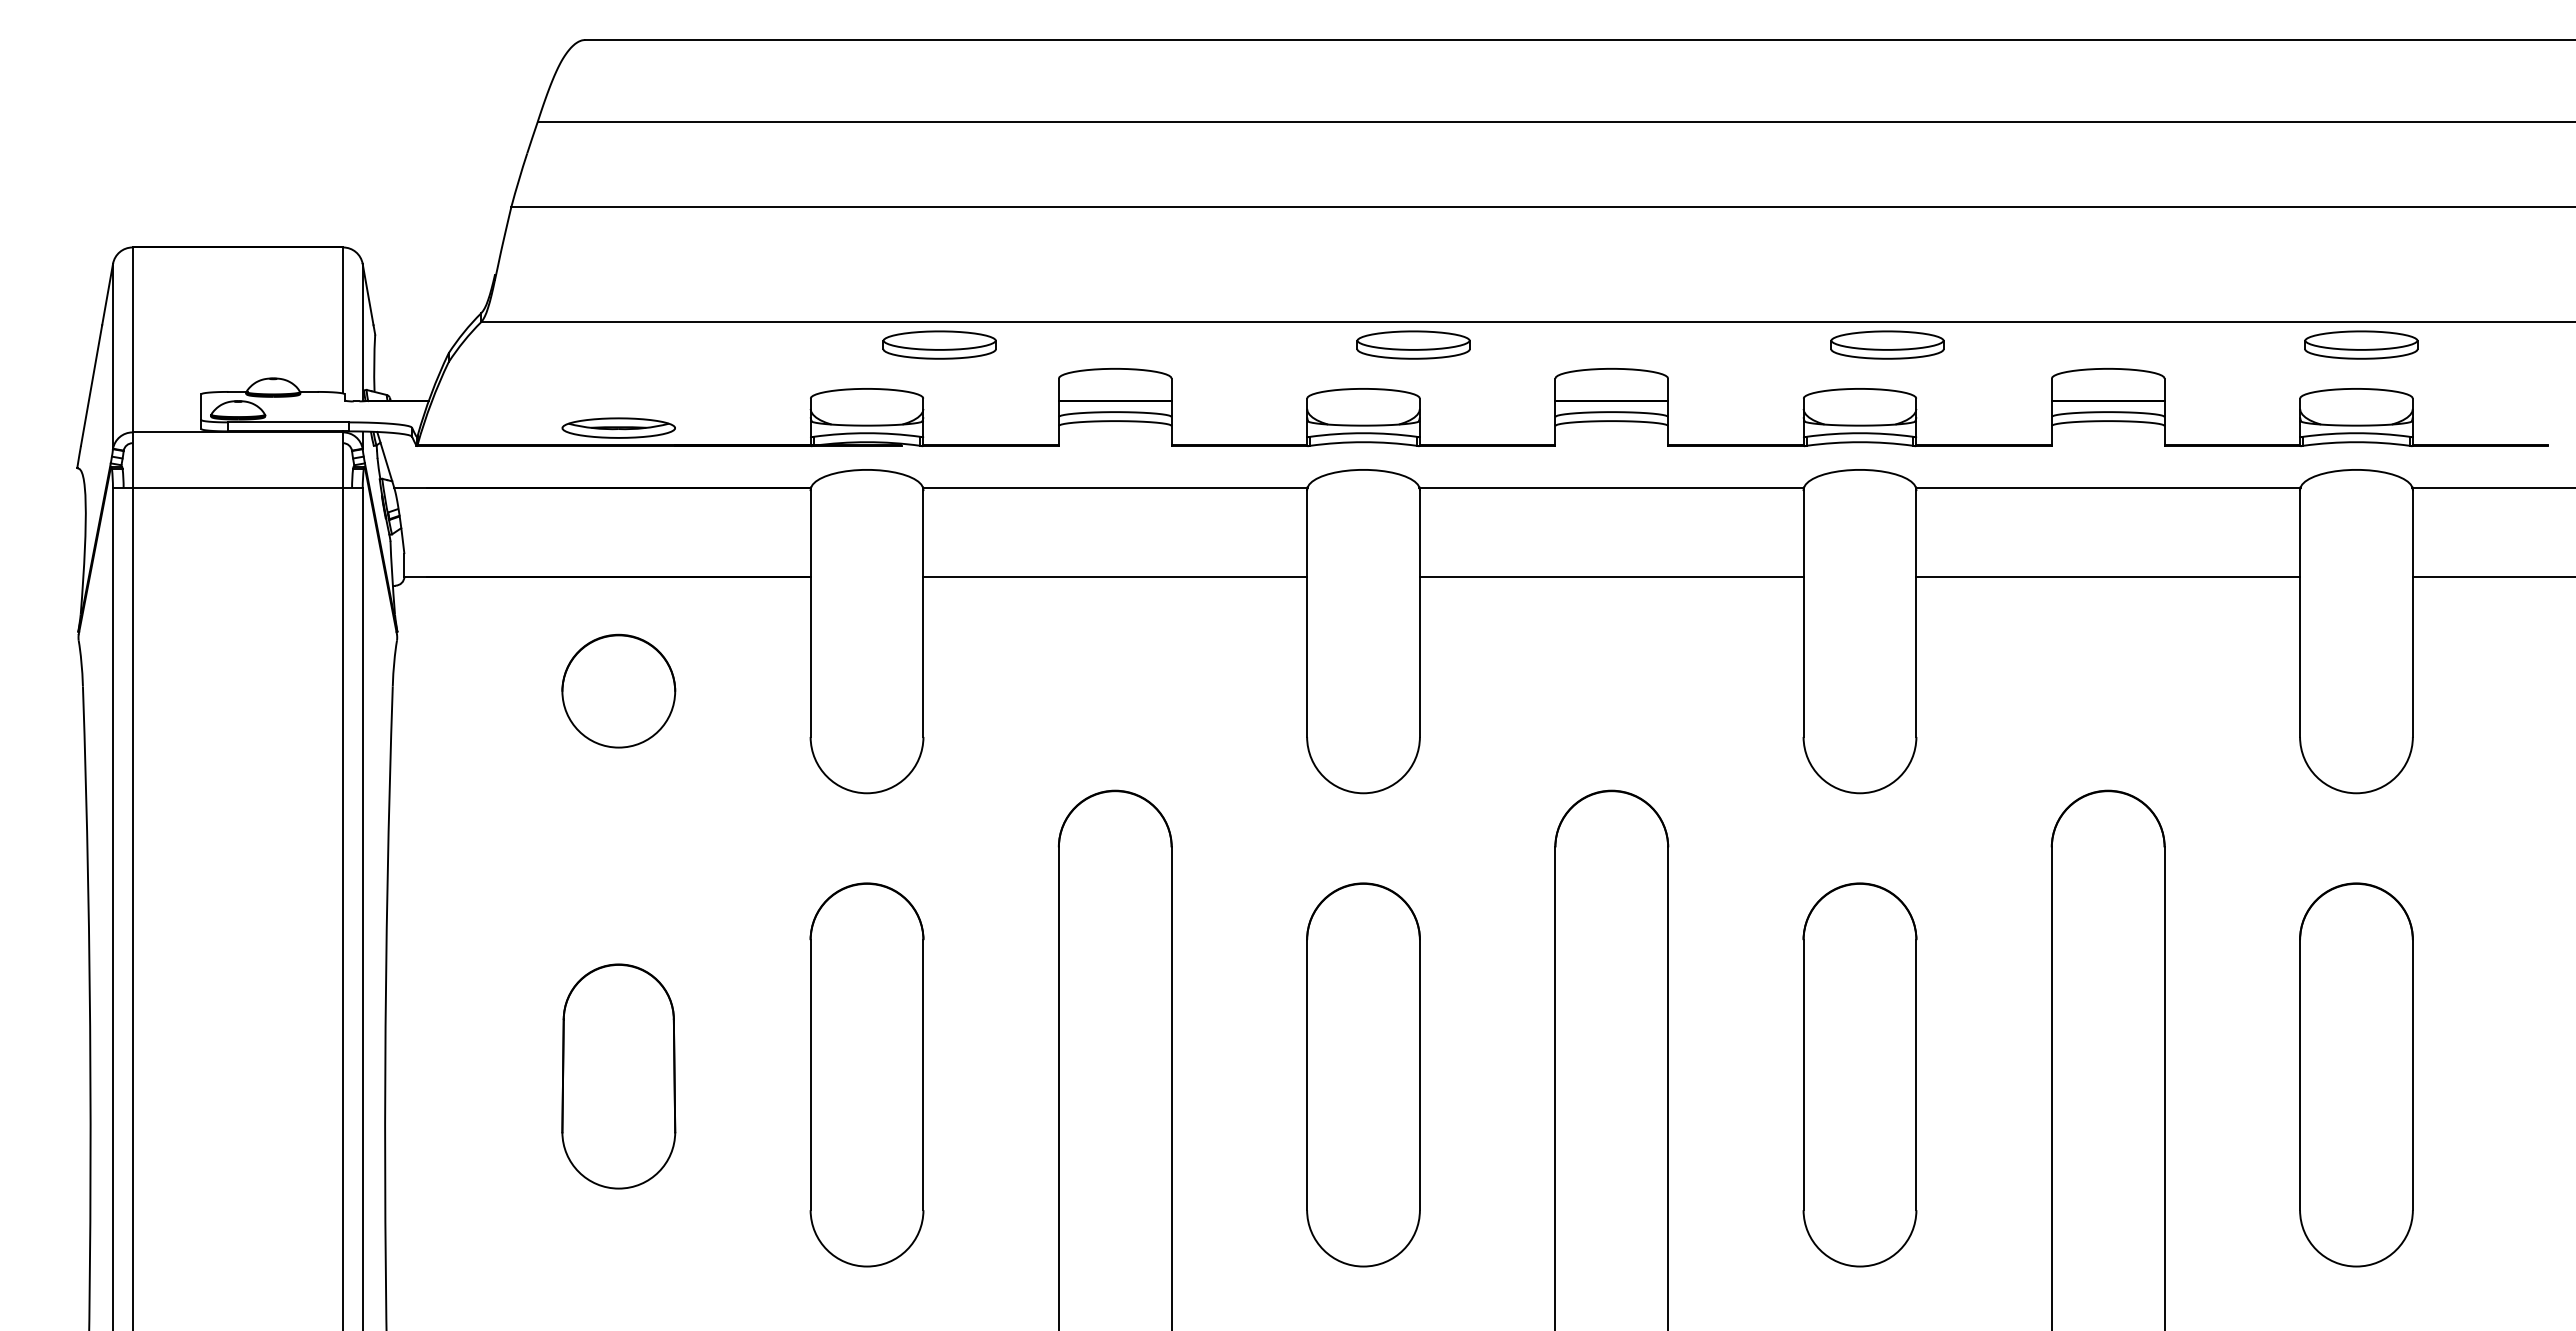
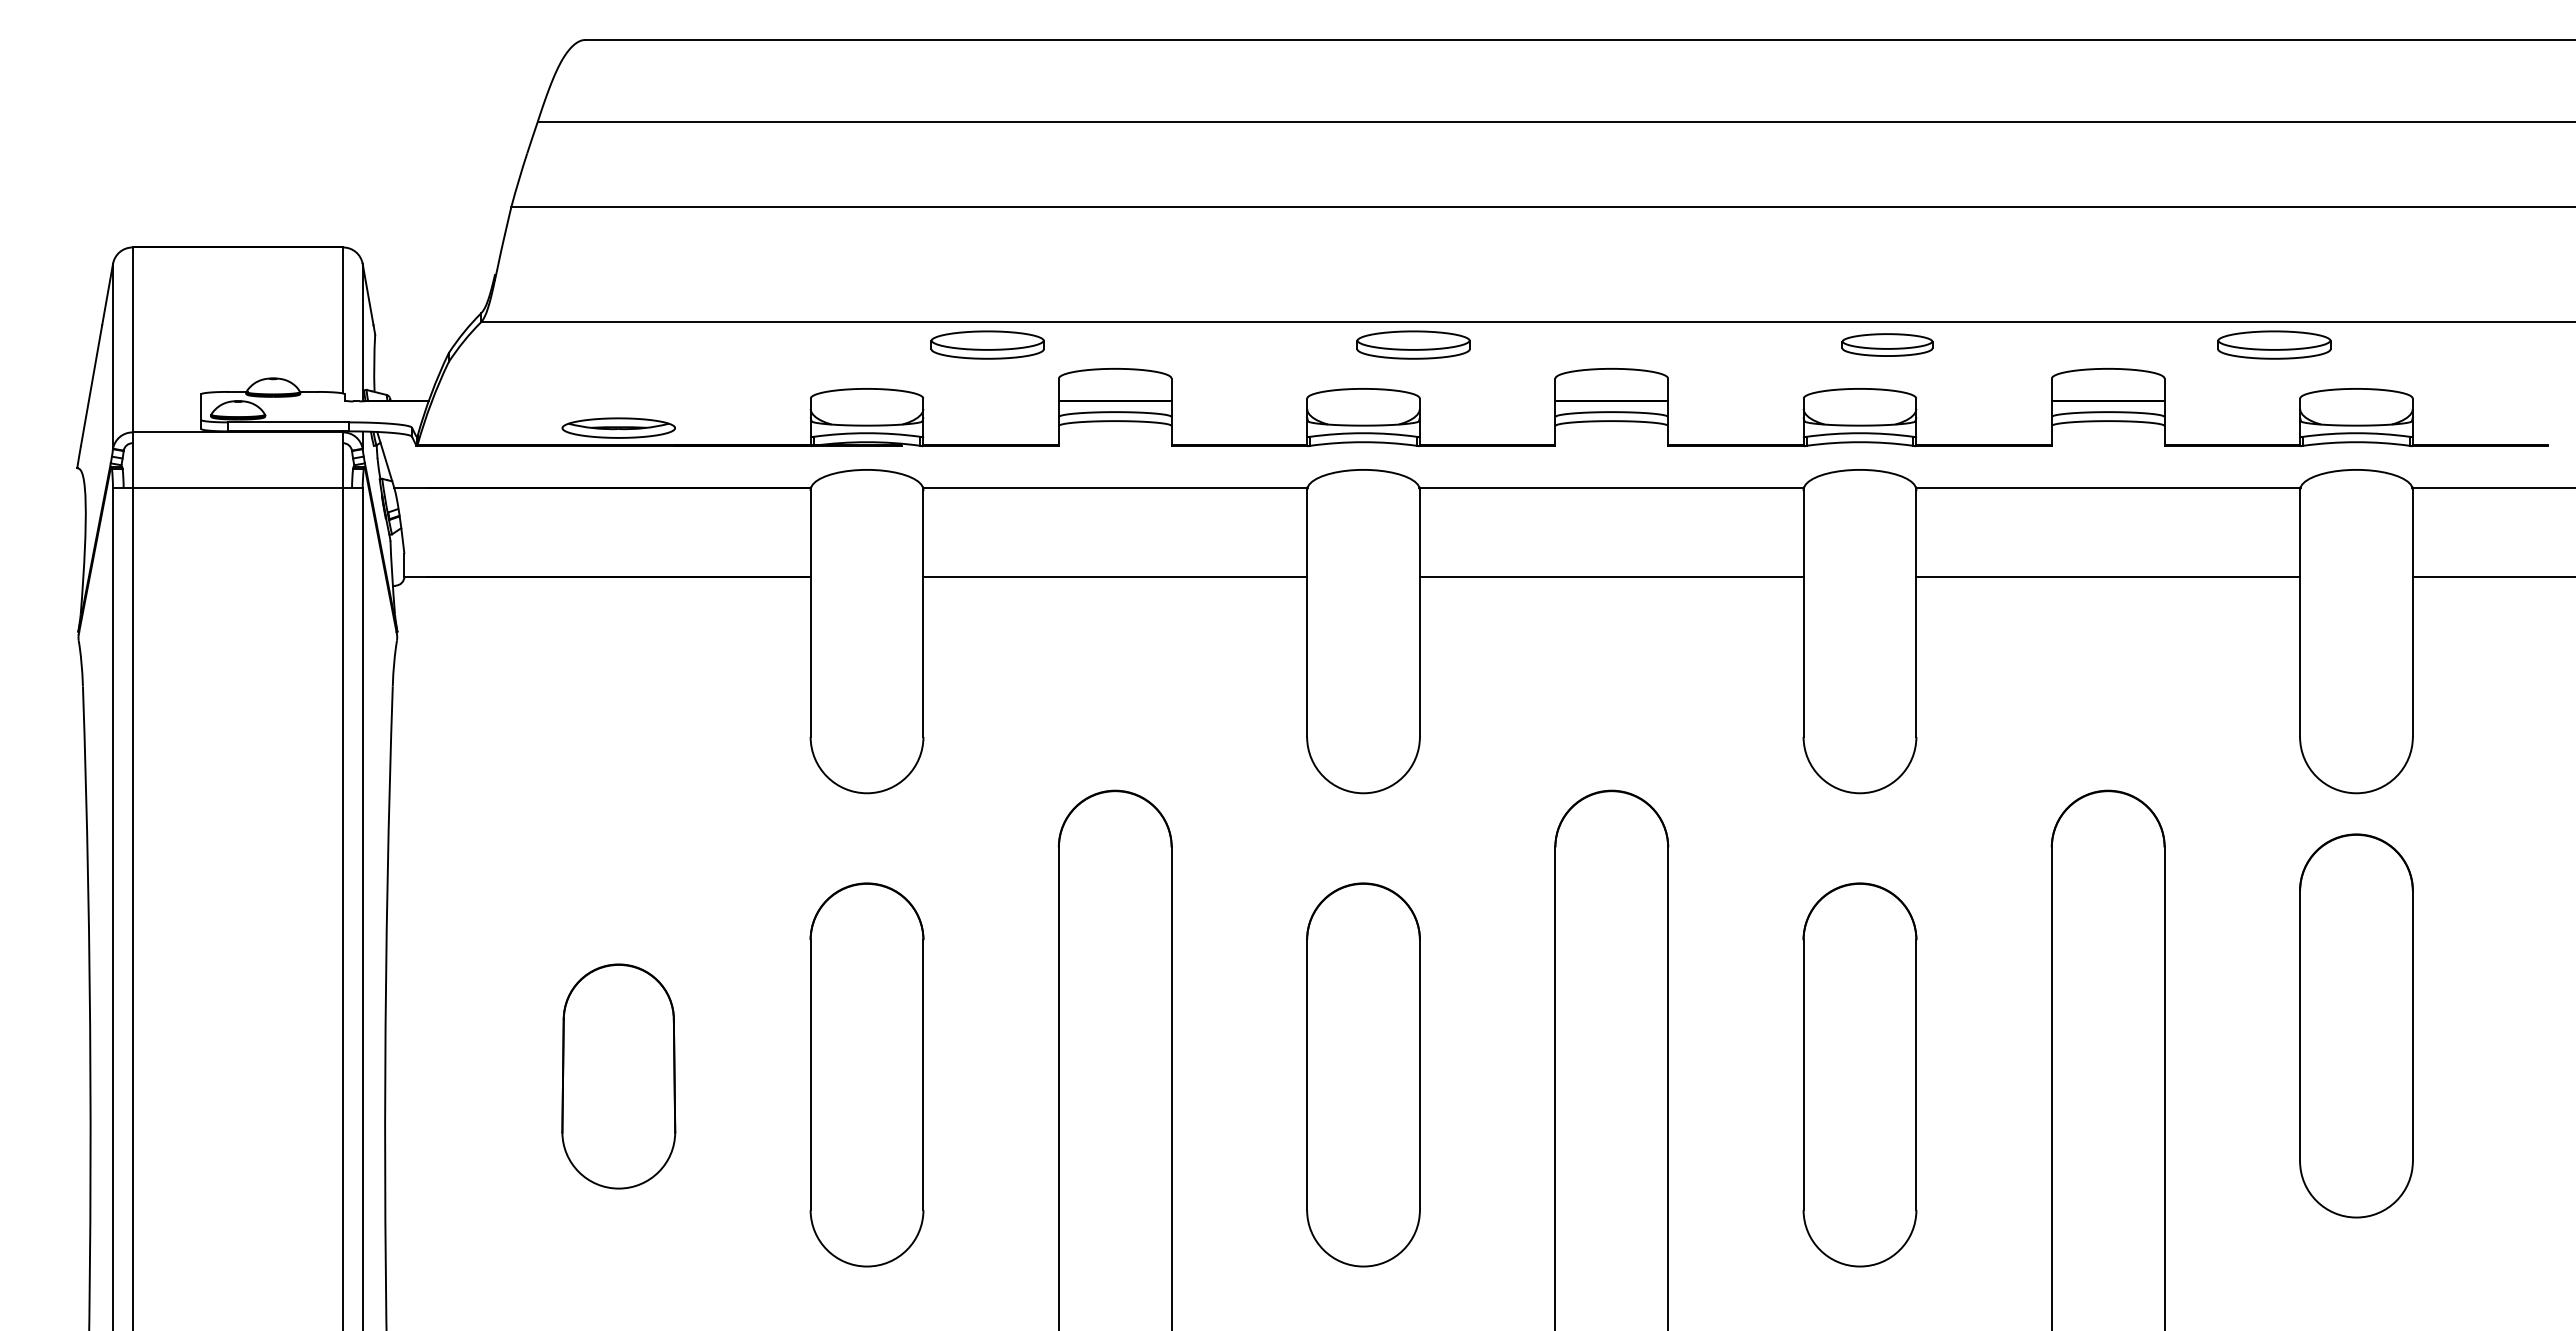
part at (939, 344) position: (939, 344) -> (987, 344)
part at (1887, 344) size: 115x30 px -> 93x24 px
part at (2361, 344) position: (2361, 344) -> (2274, 344)
part at (618, 690): present -> none
part at (2356, 1074) position: (2356, 1074) -> (2356, 1025)
